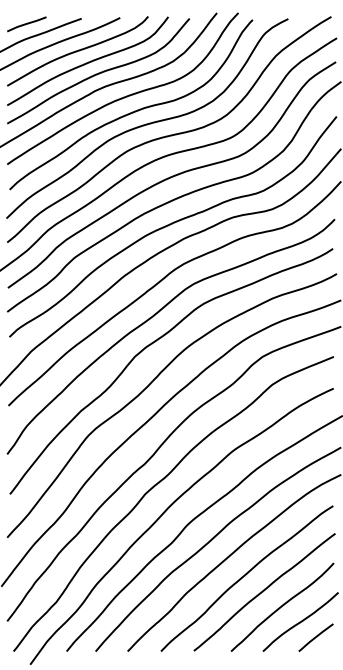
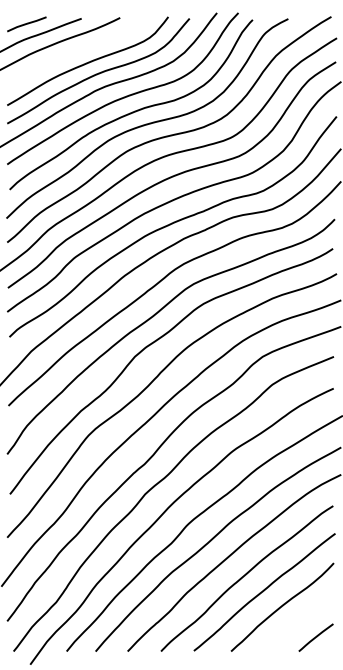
curve at (77, 51): present -> none
curve at (300, 621): present -> none
